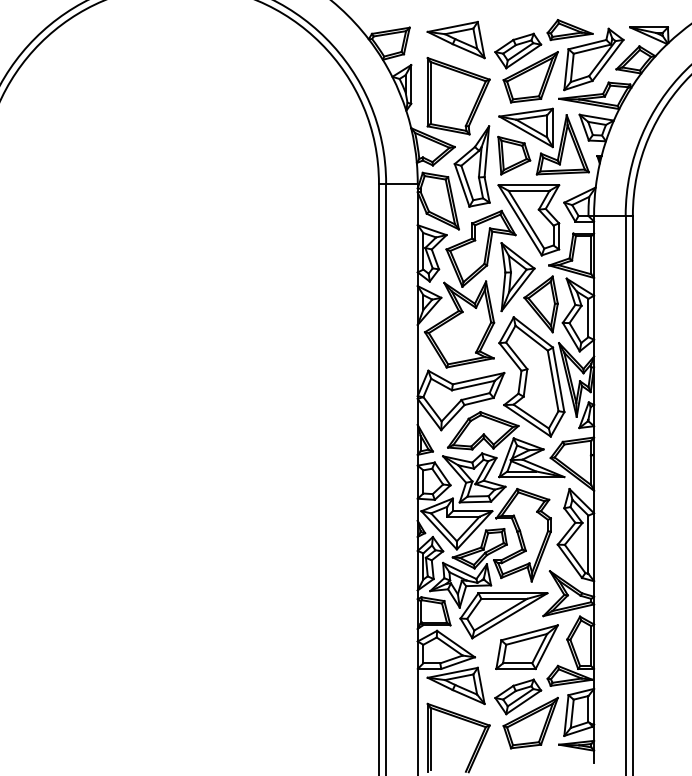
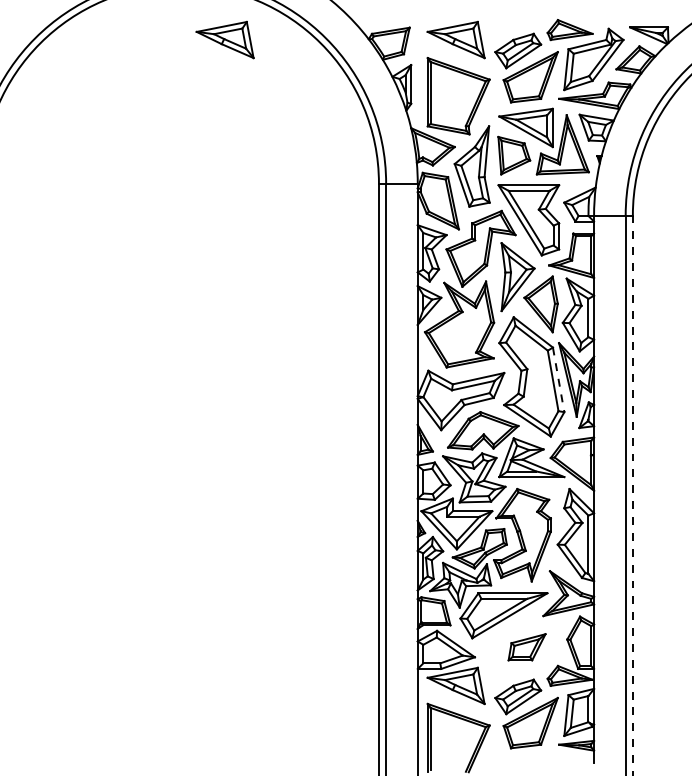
part at (224, 39): none -> present
line at (558, 379): solid -> dashed
line at (632, 495): solid -> dashed
part at (526, 647) size: 64x47 px -> 40x29 px
